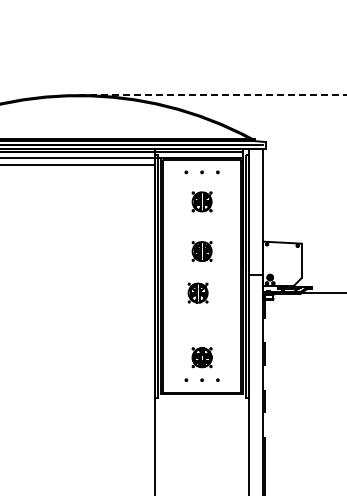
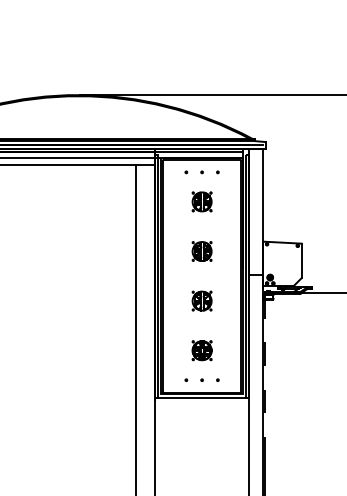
line at (212, 95): dashed -> solid
part at (197, 292) position: (197, 292) -> (201, 300)
line at (136, 328): none -> present
part at (201, 357) position: (201, 357) -> (201, 350)
line at (201, 397): none -> present
